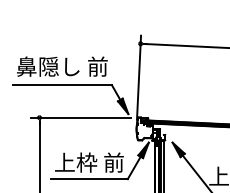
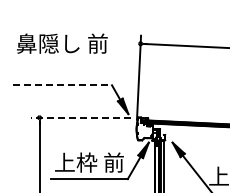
text at (62, 66) position: (62, 66) -> (62, 43)
line at (62, 85): solid -> dashed
line at (81, 117): solid -> dashed
